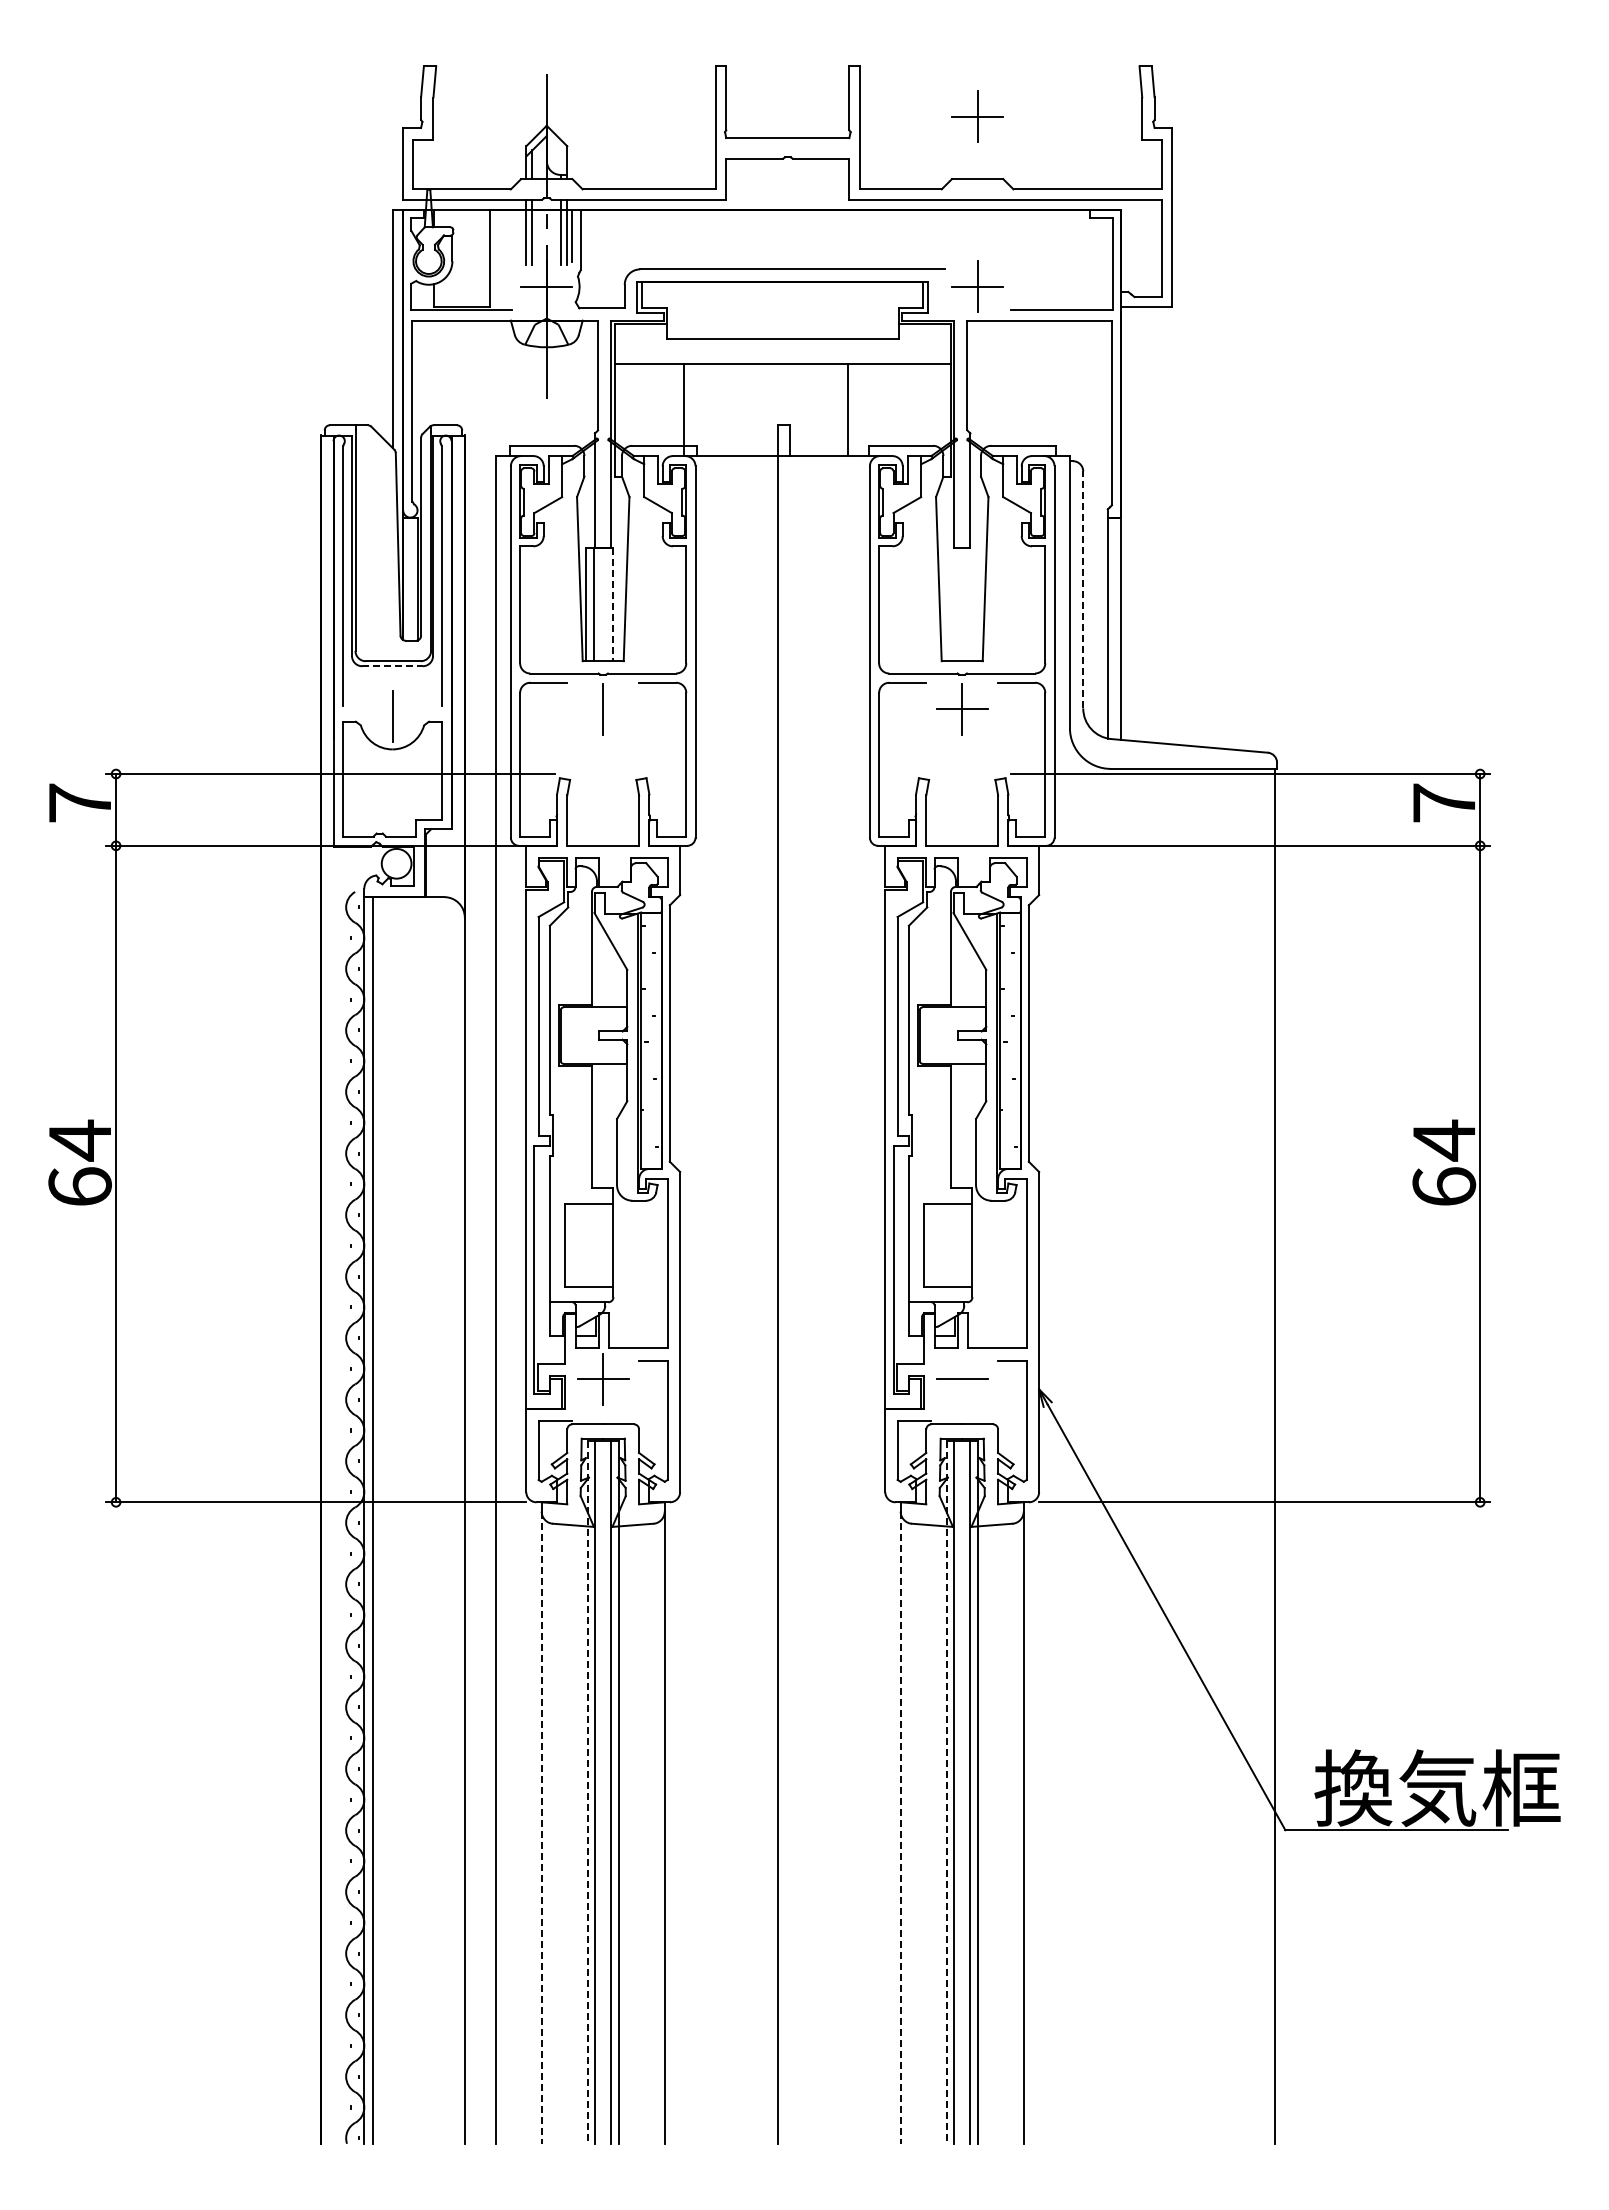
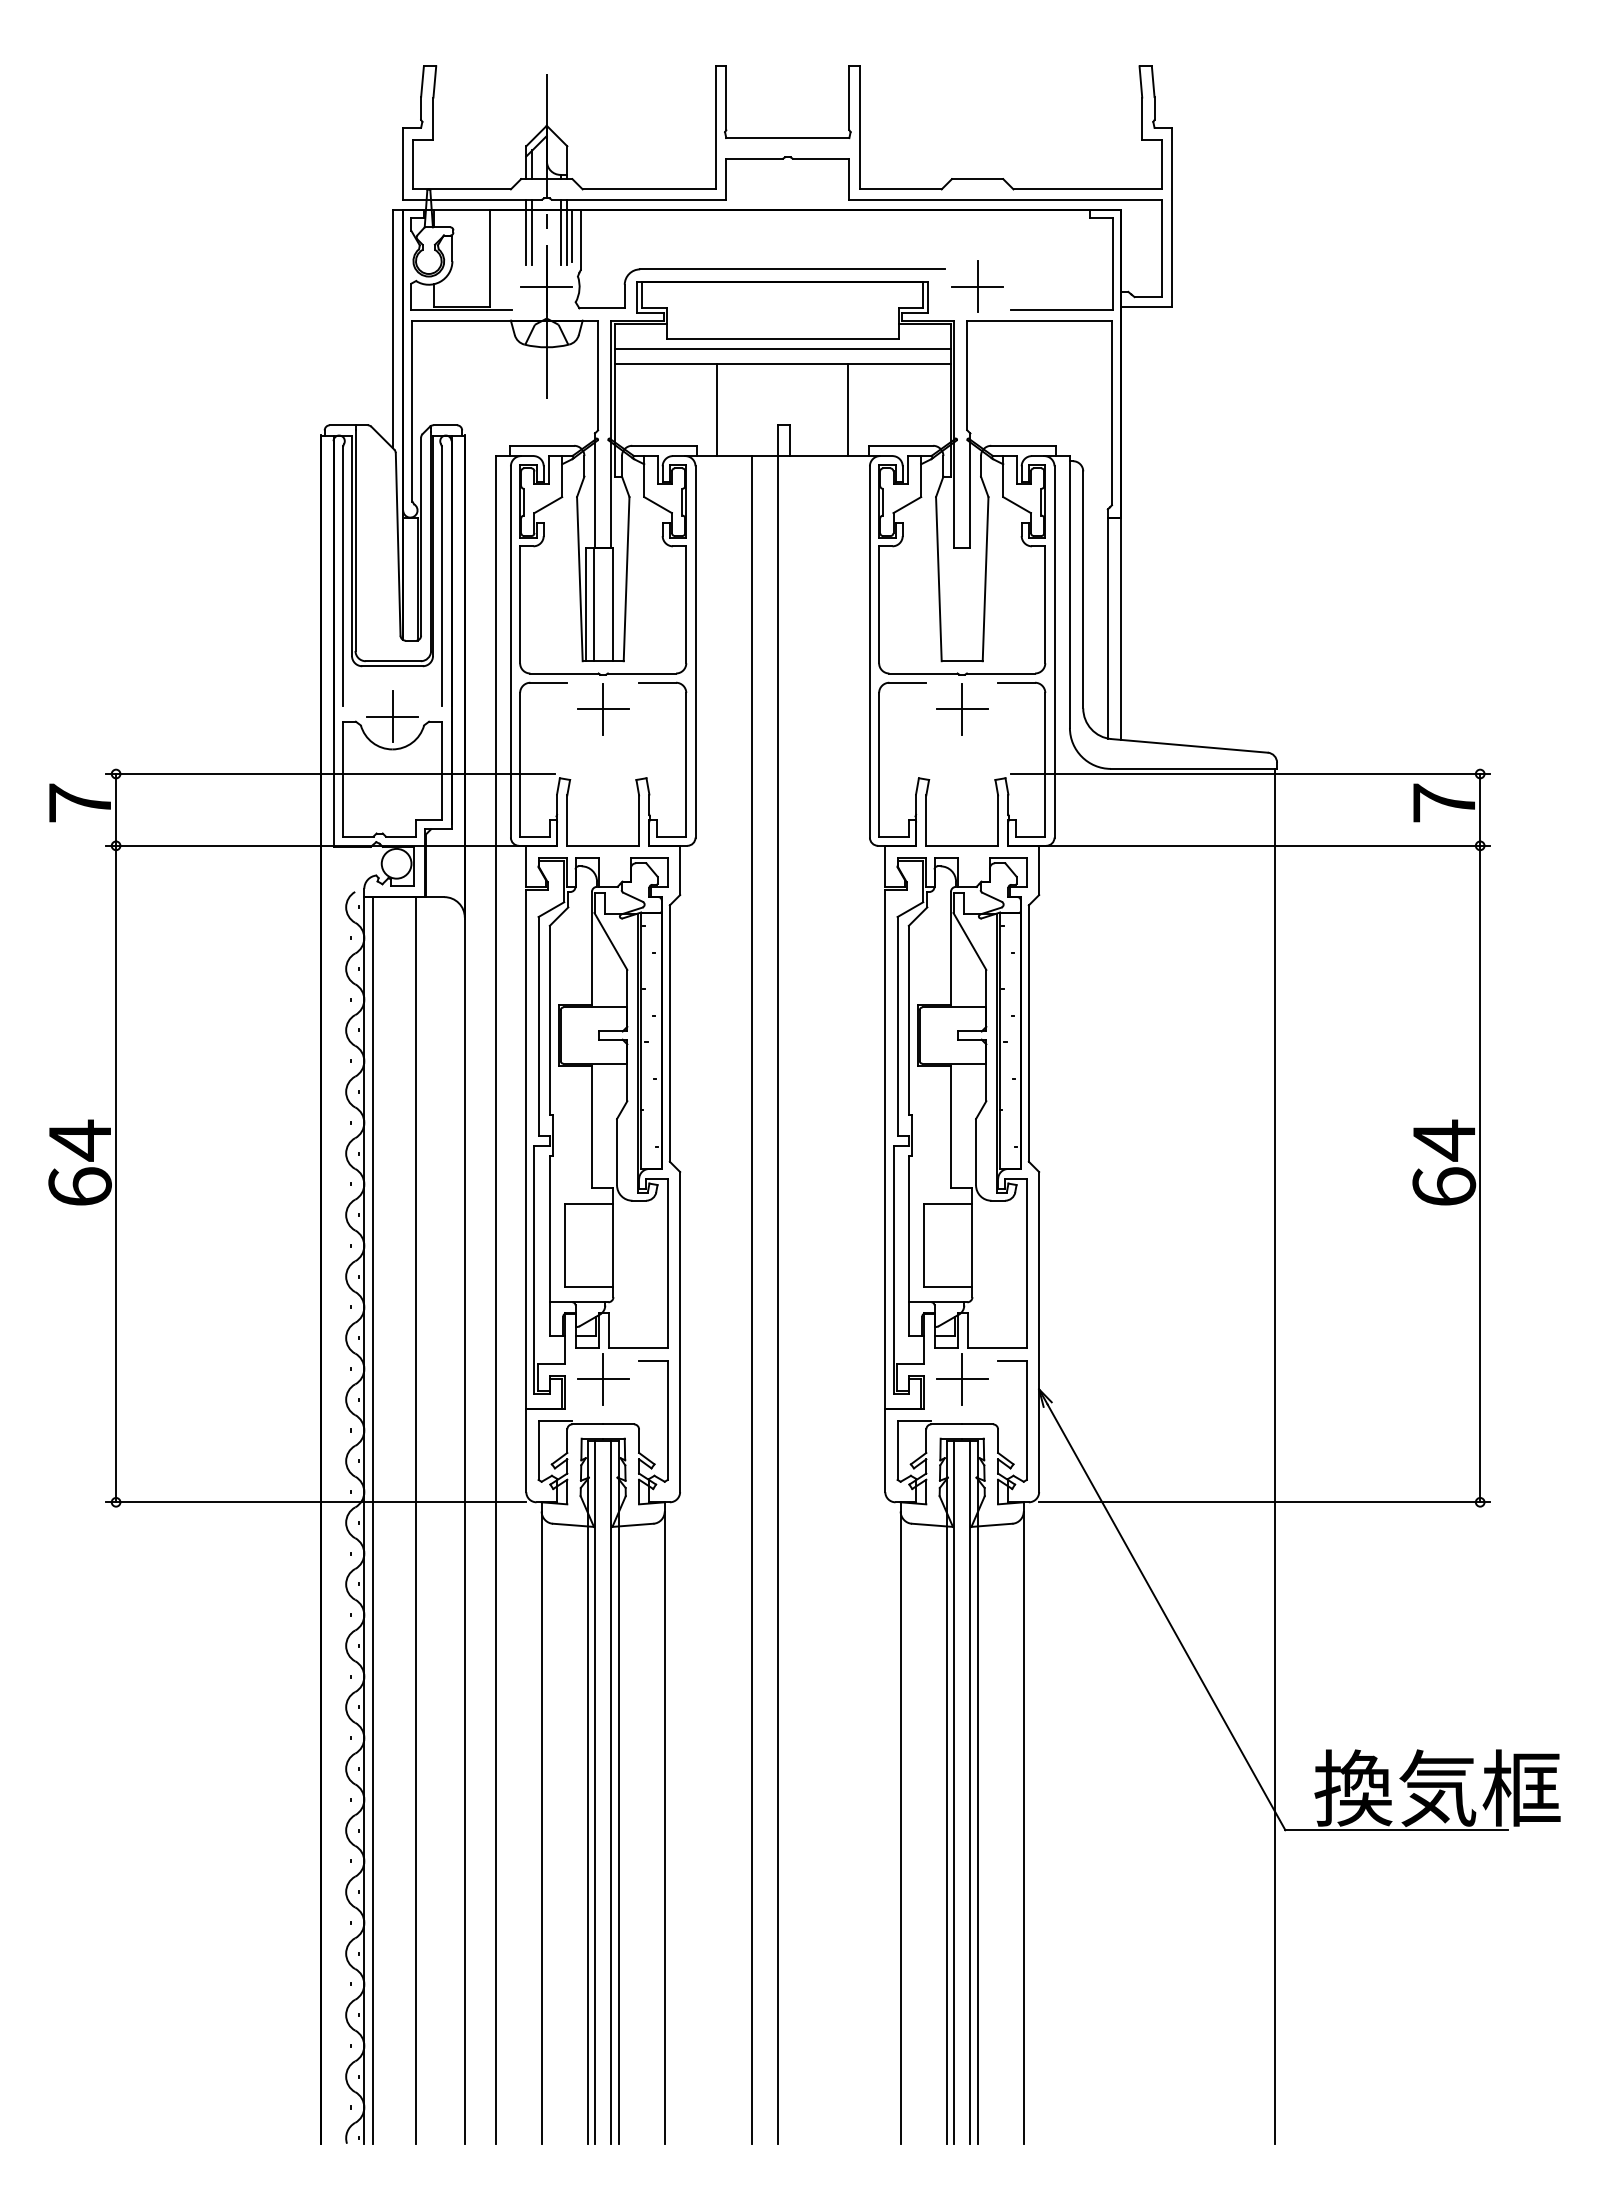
part at (977, 116): present -> none
line at (782, 349): none -> present
line at (684, 409) position: (684, 409) -> (717, 409)
line at (1083, 589): dashed -> solid
line at (613, 605): dashed -> solid
line at (393, 666): dashed -> solid
line at (602, 709): none -> present
line at (392, 716): none -> present
line at (751, 1299): none -> present
line at (962, 1378): none -> present
line at (415, 1520): none -> present
line at (587, 1792): dashed -> solid
line at (946, 1792): dashed -> solid
line at (541, 1828): dashed -> solid
line at (900, 1828): dashed -> solid
